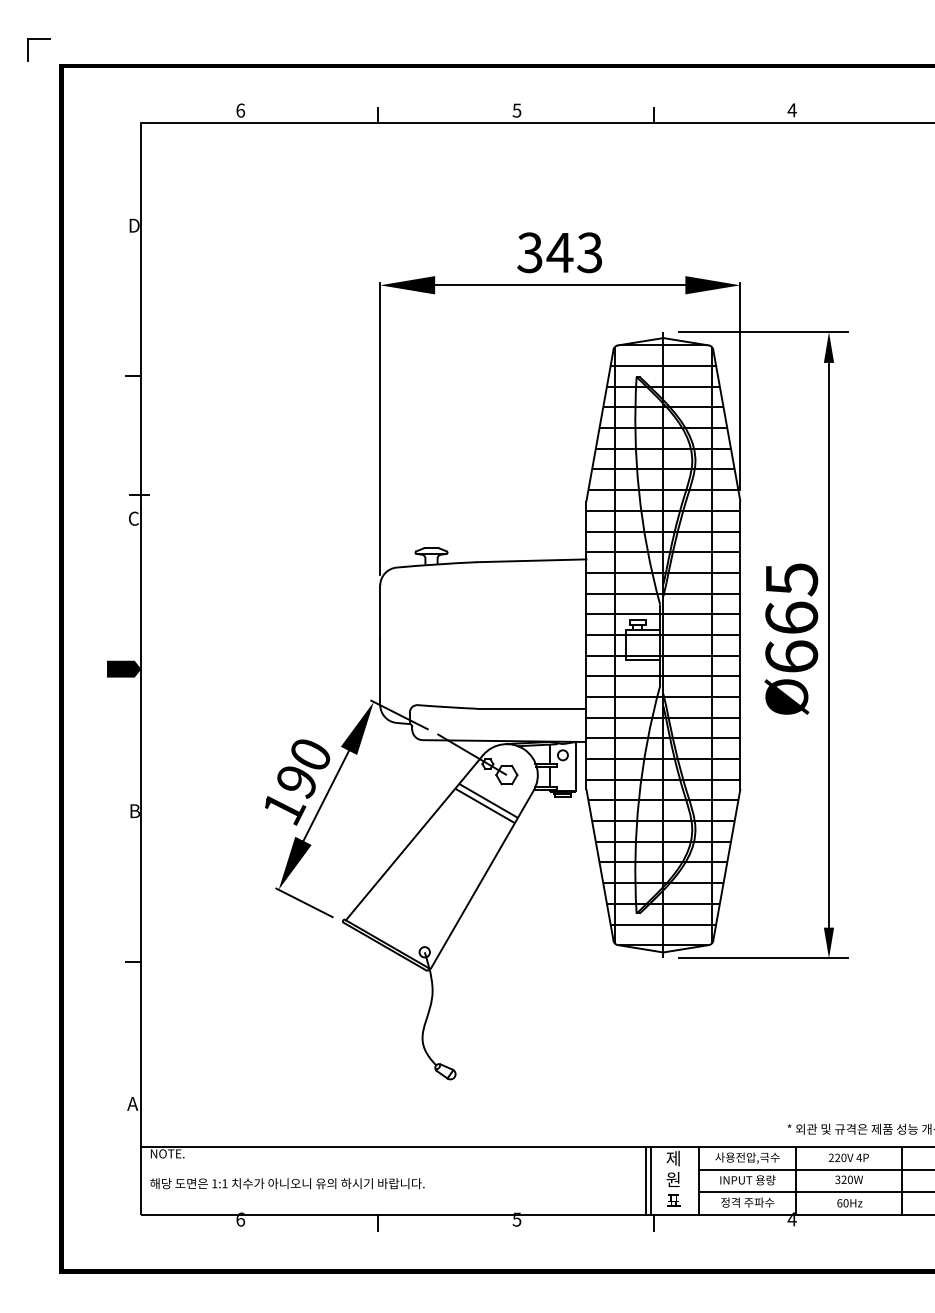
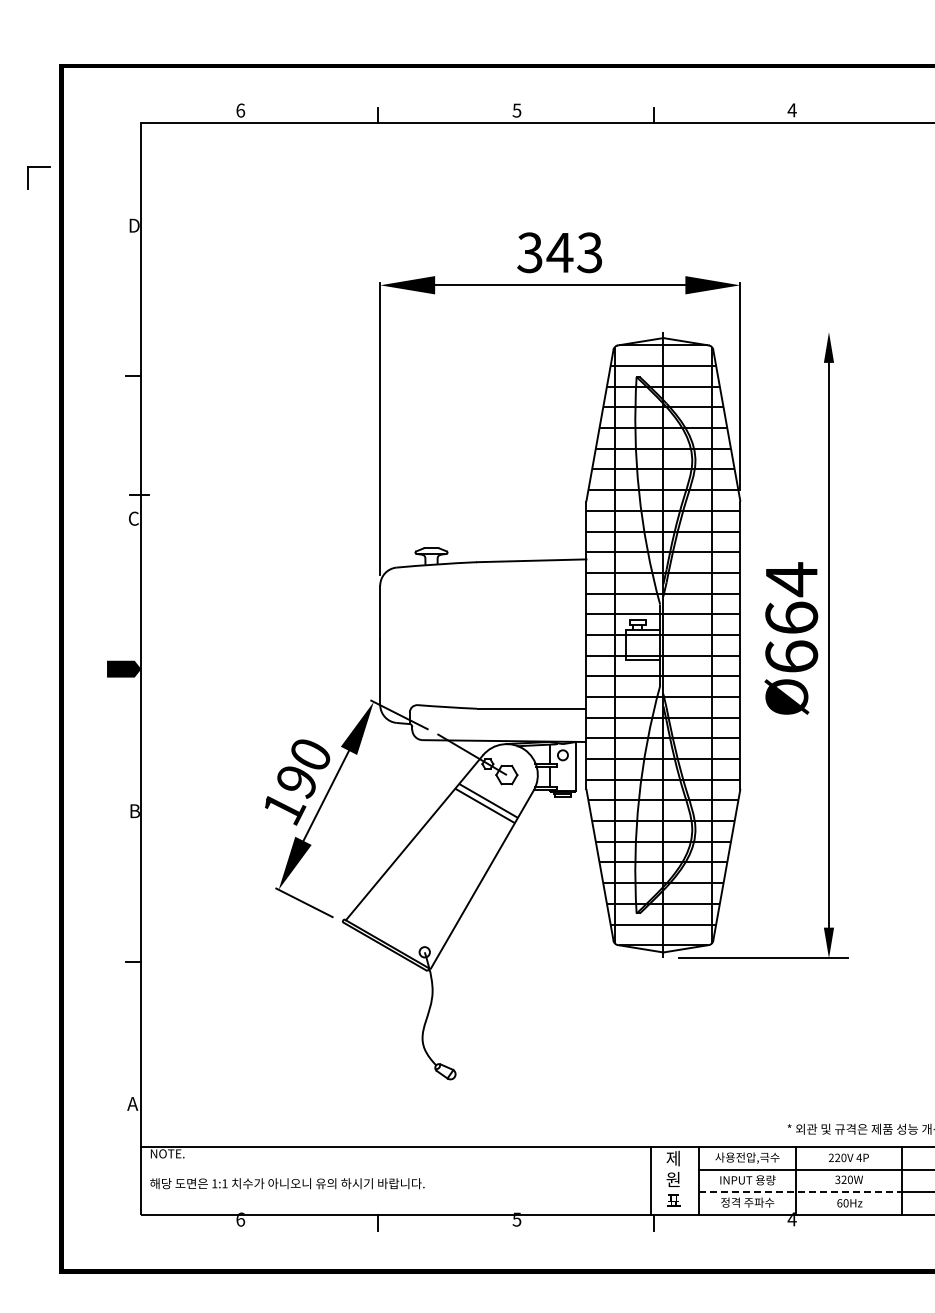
part at (38, 39) position: (38, 39) -> (38, 167)
line at (763, 332): present -> none
text at (792, 579): 665 -> 664
line at (645, 1180): present -> none
line at (800, 1192): solid -> dashed
